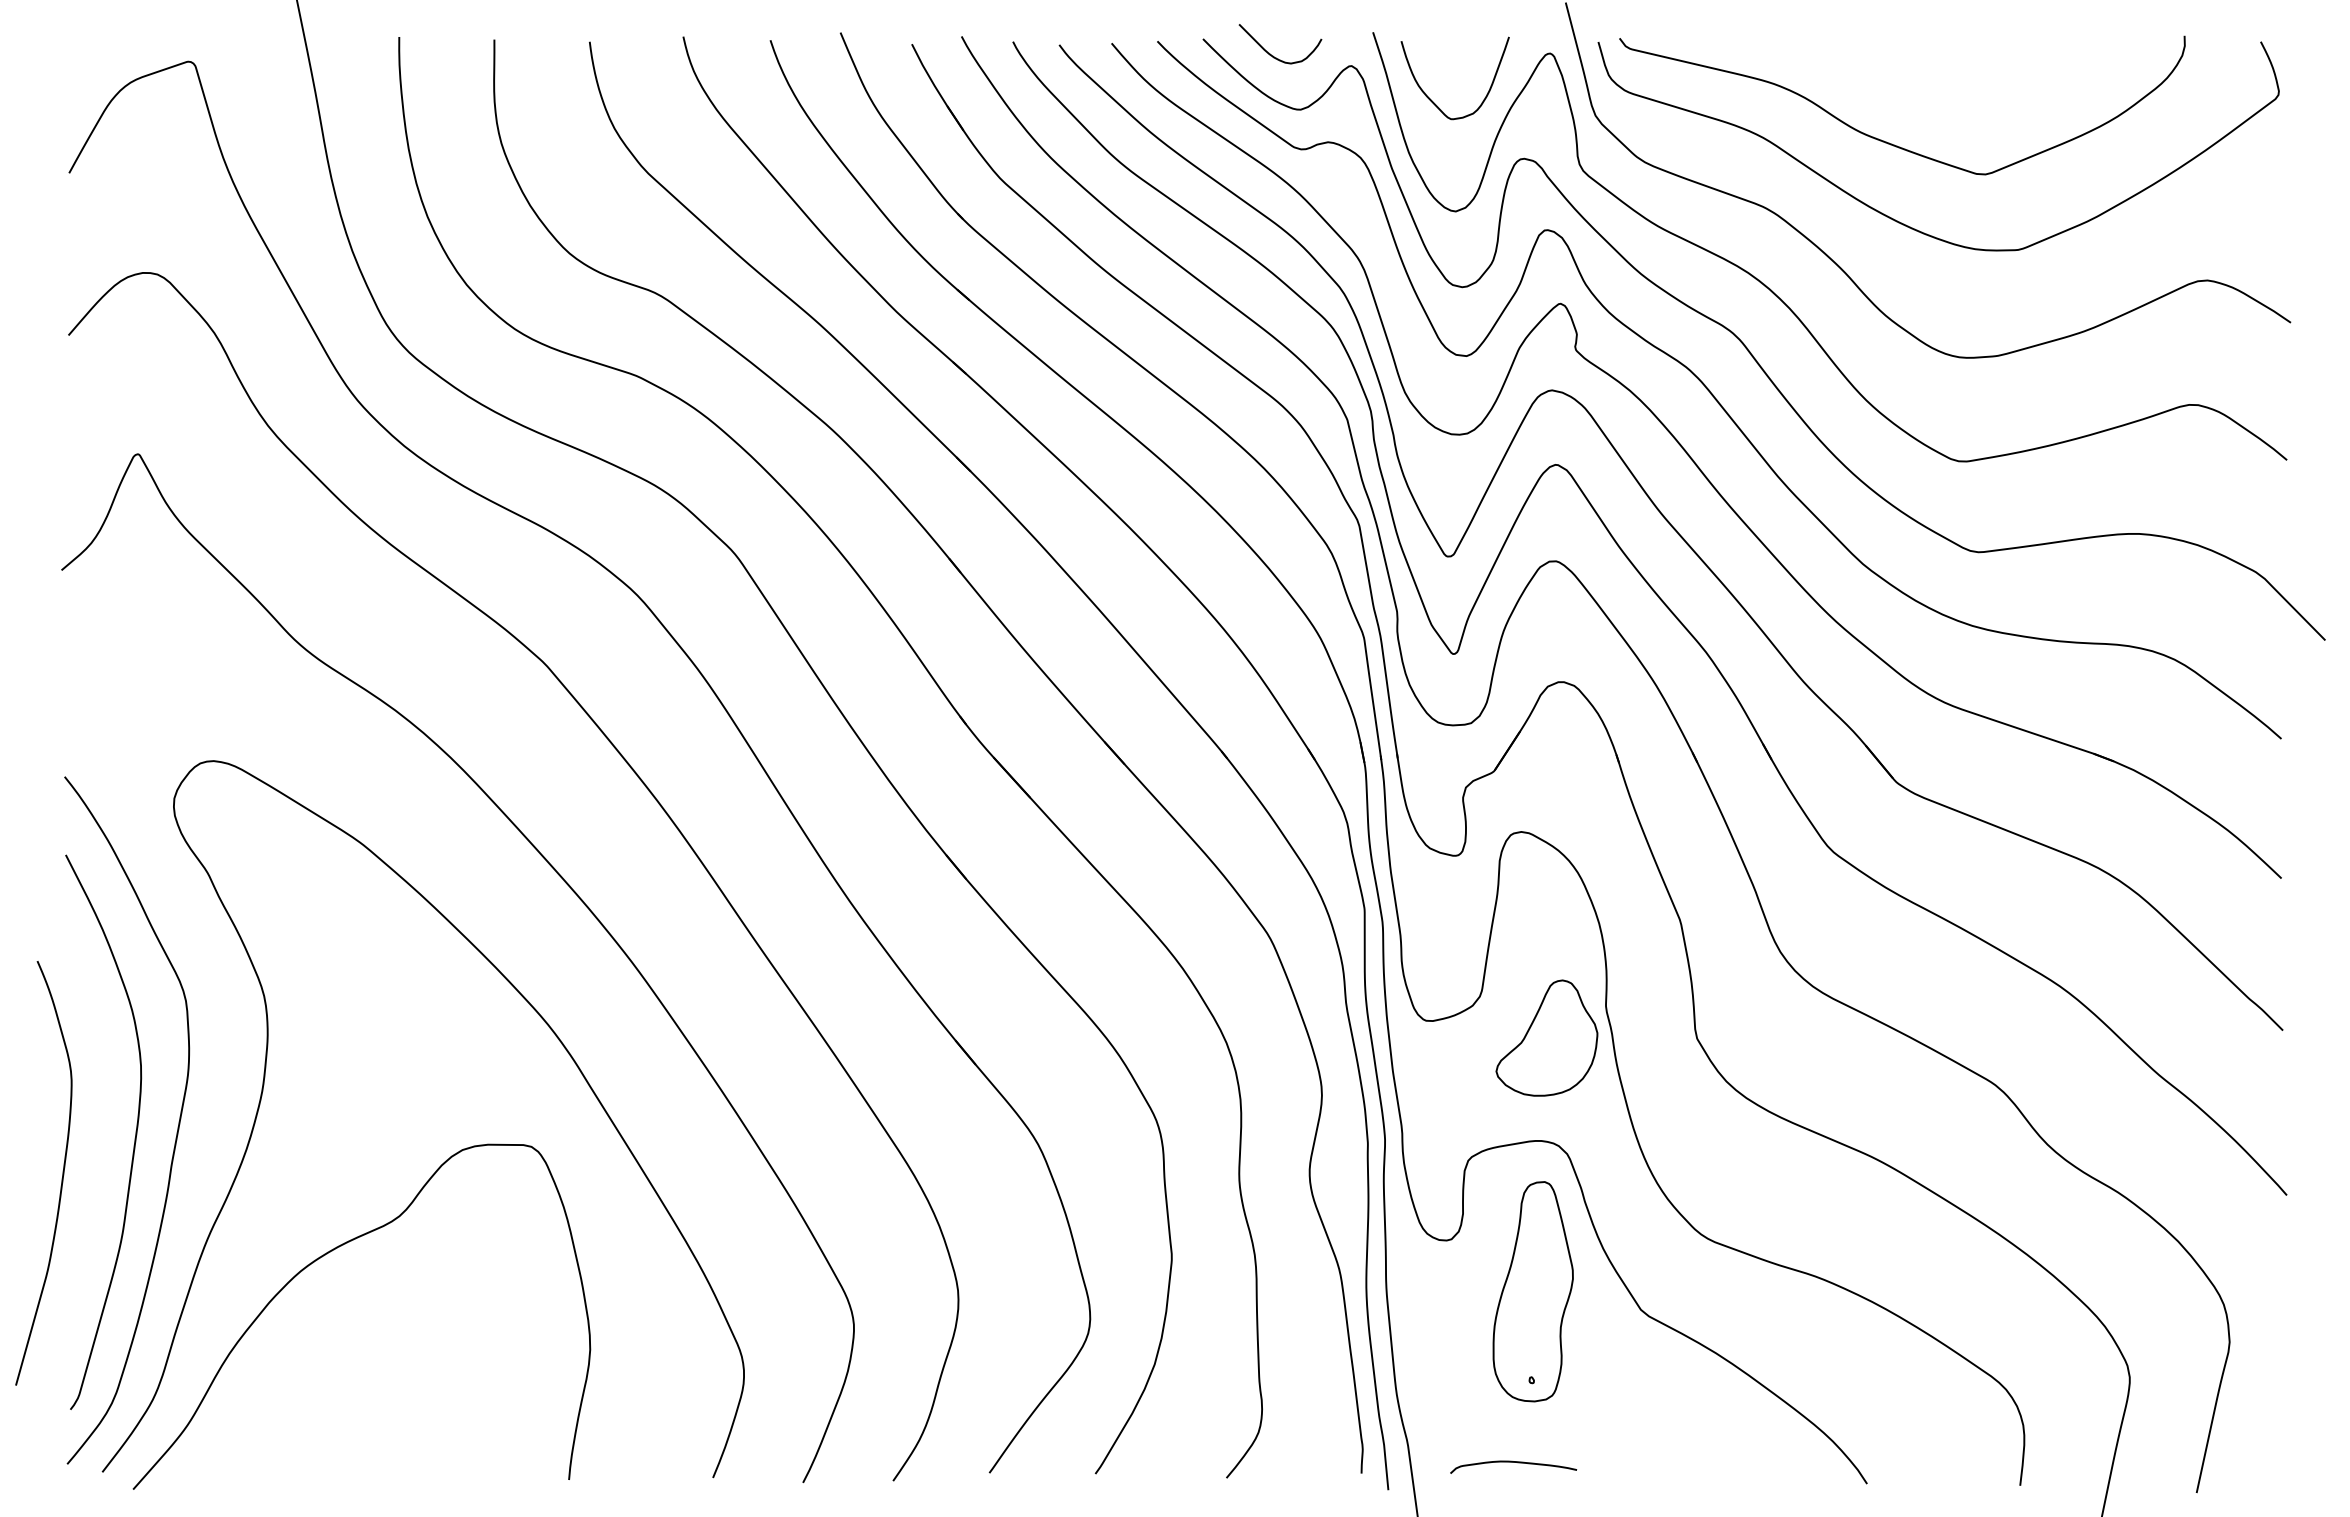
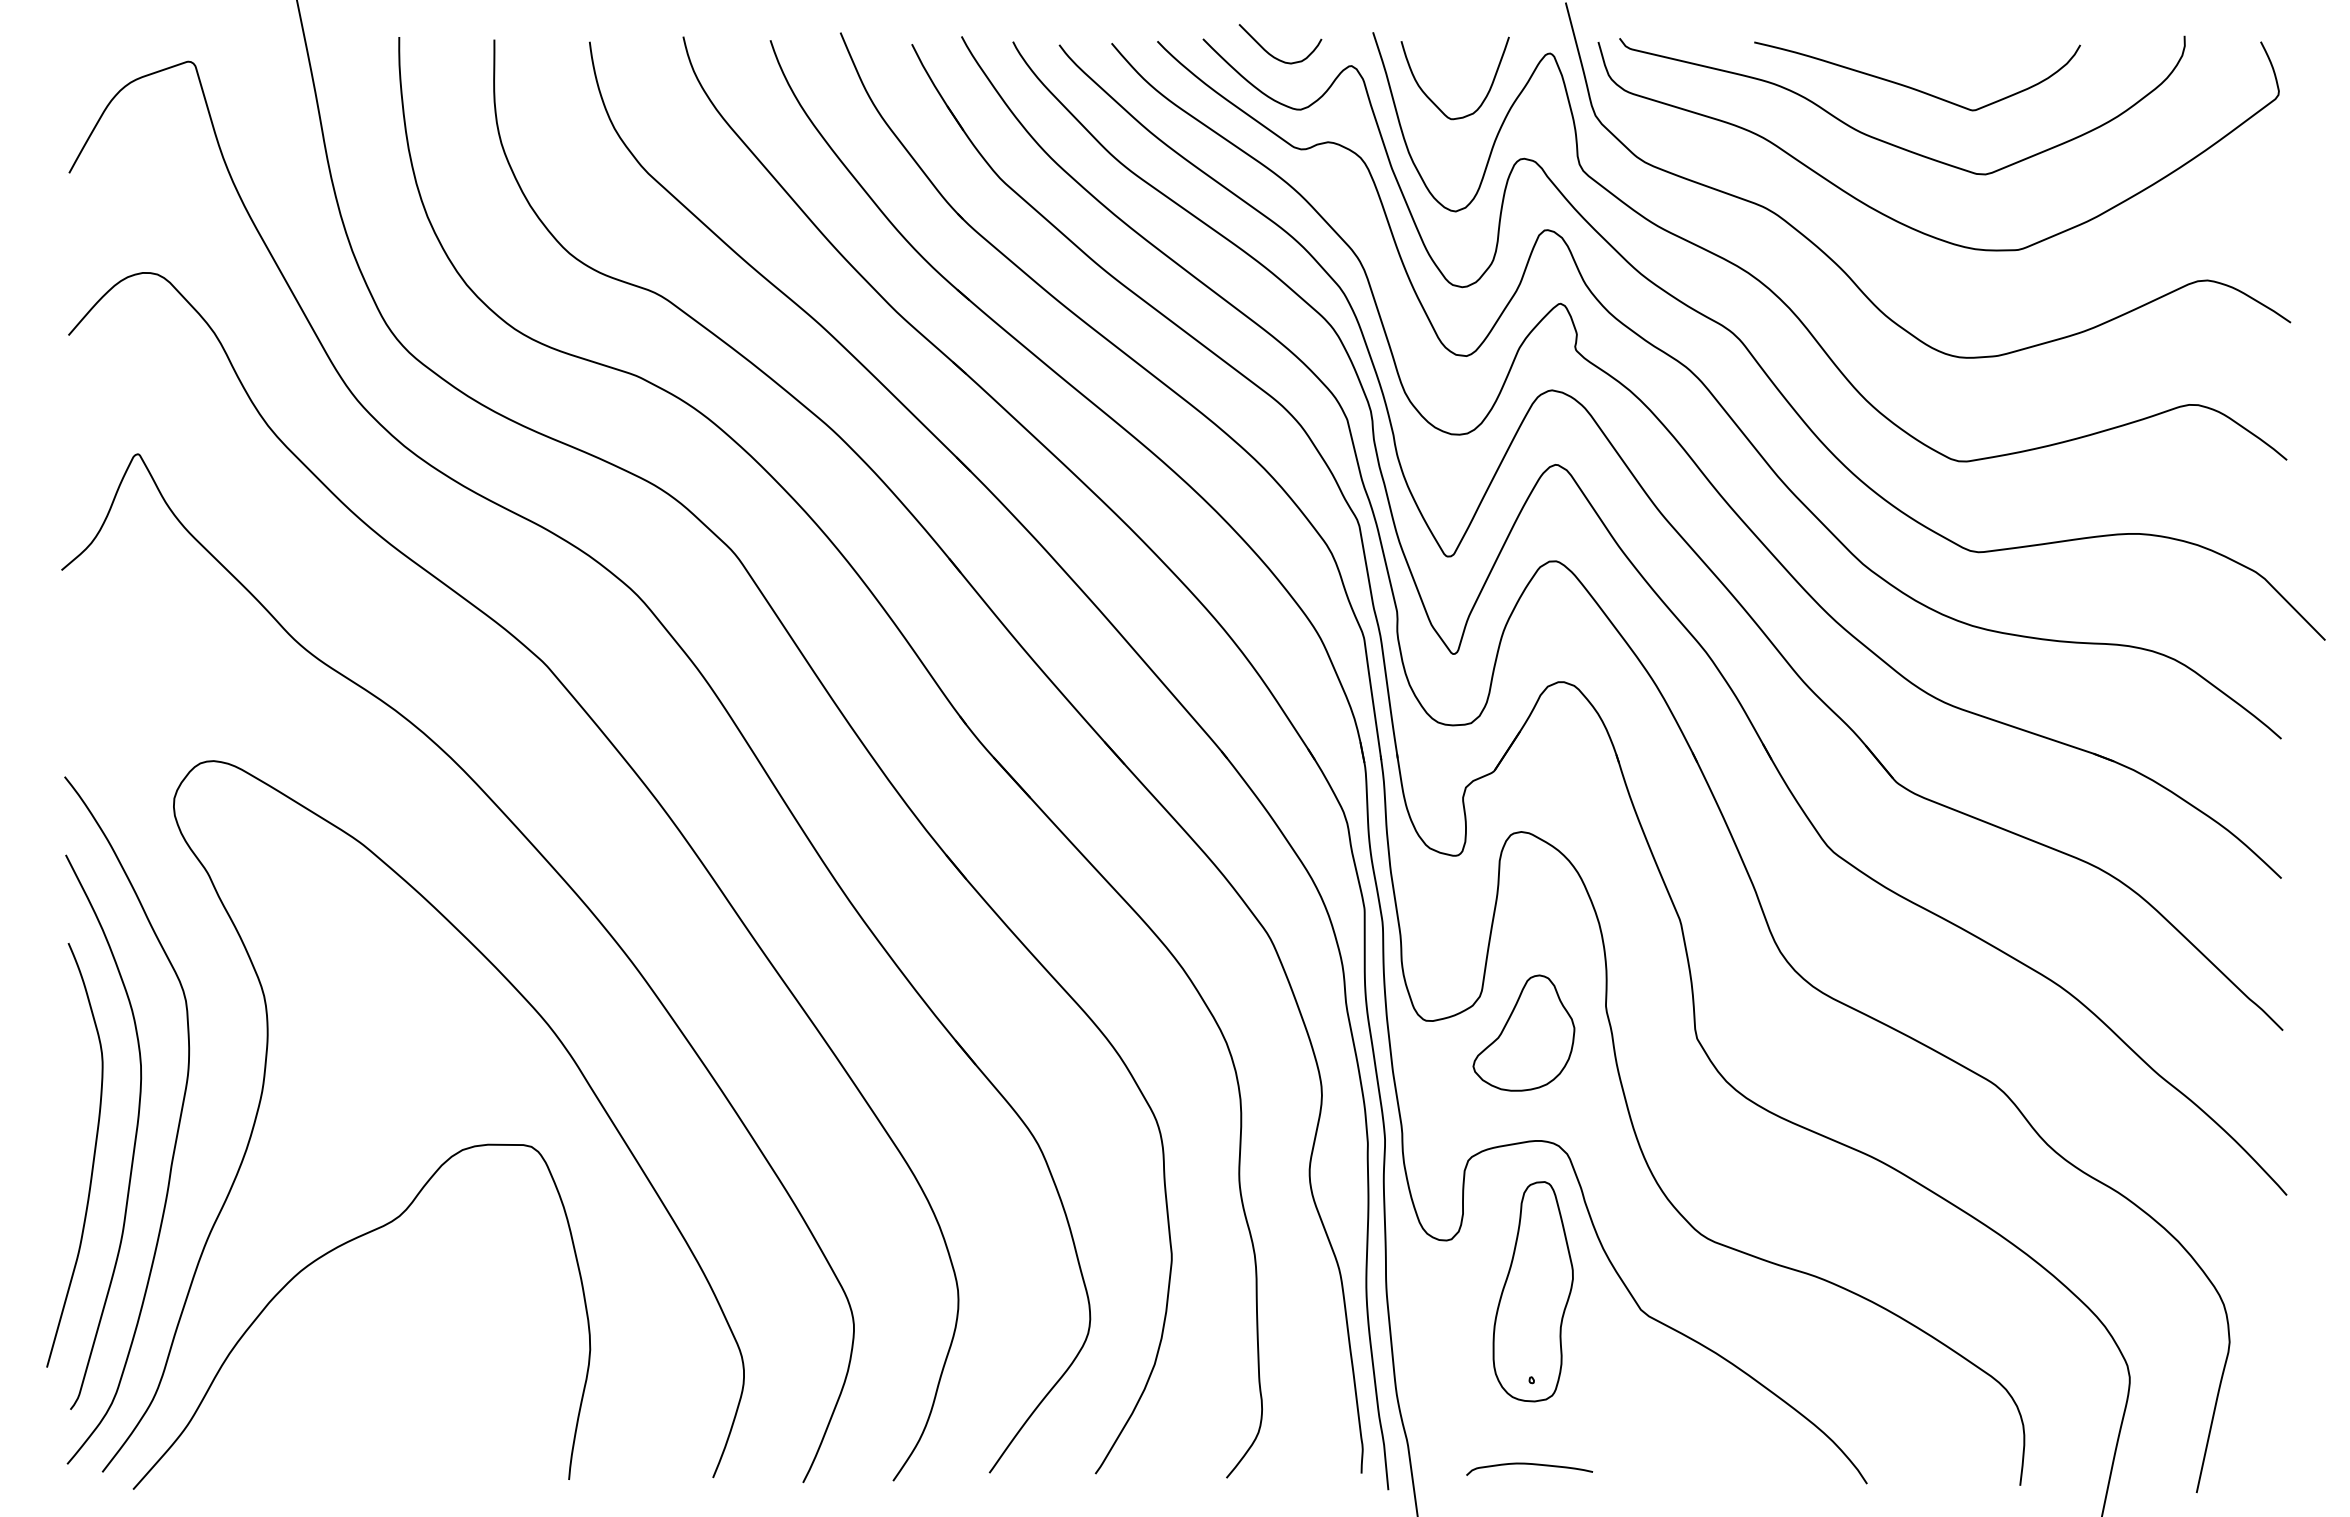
curve at (1912, 87): none -> present
part at (1546, 1037) position: (1546, 1037) -> (1523, 1032)
curve at (61, 1178) position: (61, 1178) -> (92, 1160)
curve at (1513, 1462) position: (1513, 1462) -> (1529, 1464)
